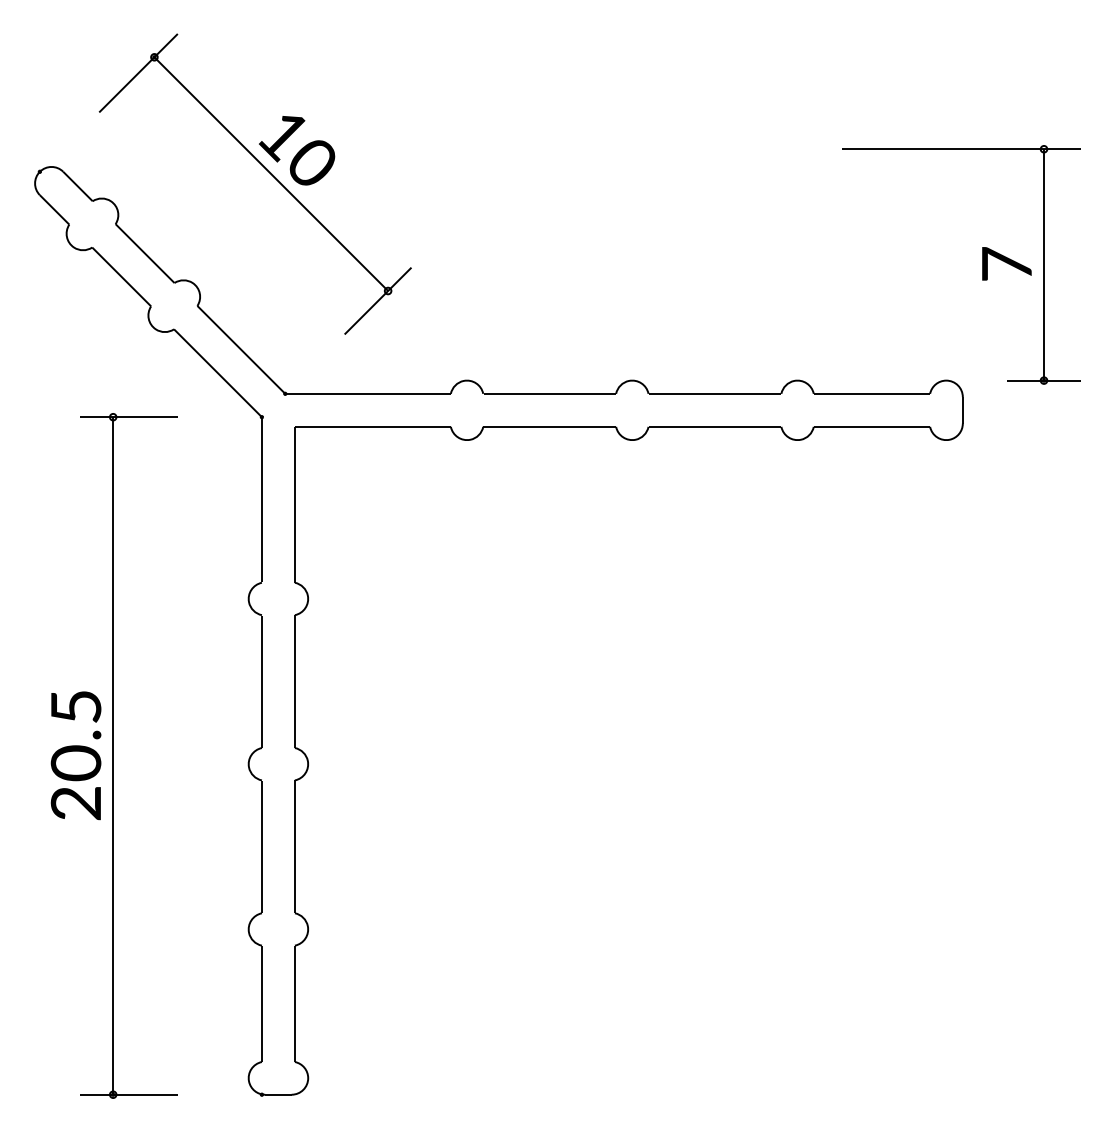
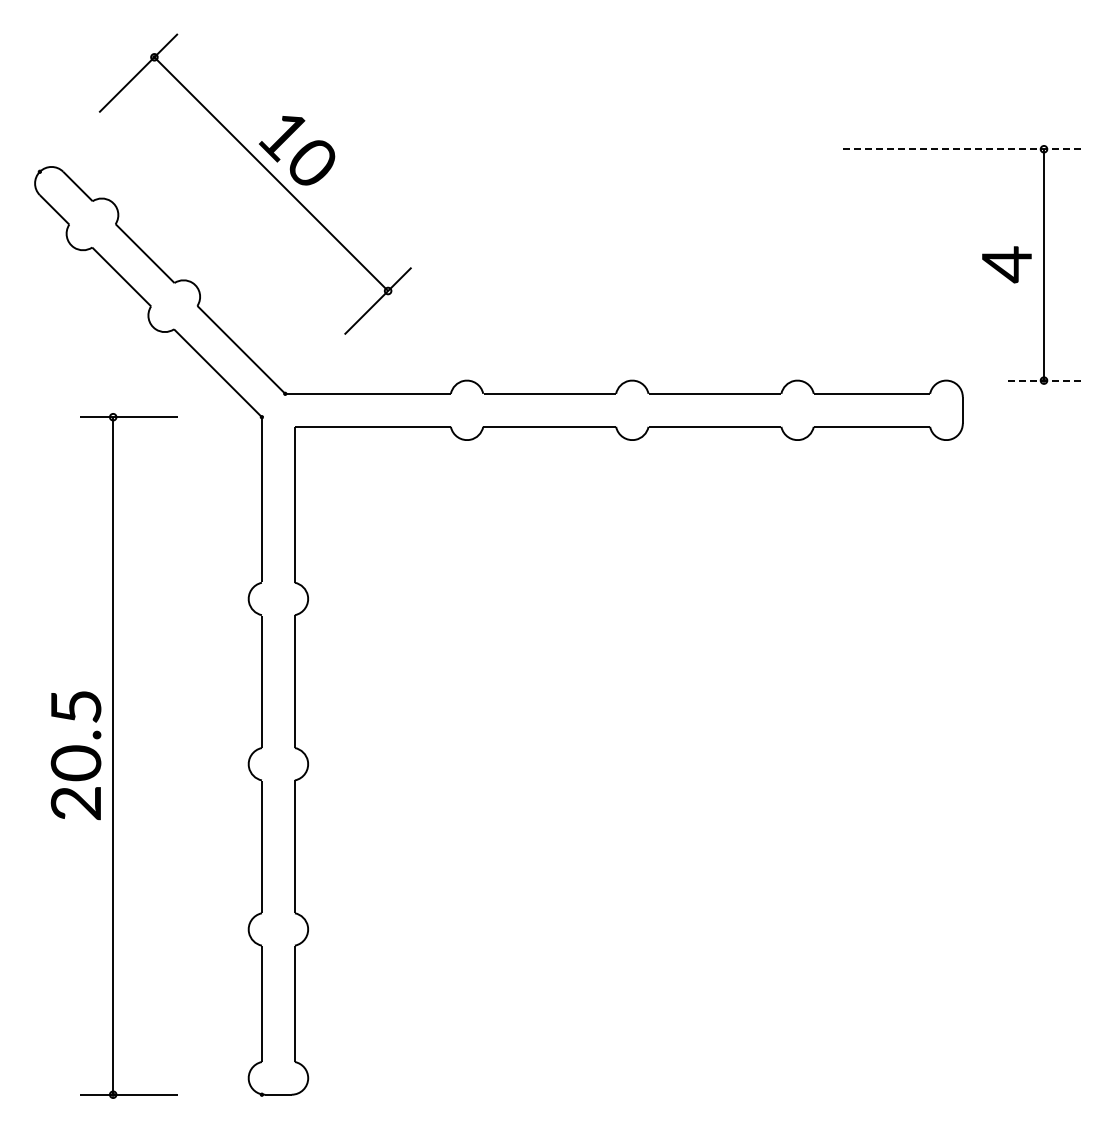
line at (960, 149): solid -> dashed
text at (1006, 264): 7 -> 4
line at (1044, 380): solid -> dashed
